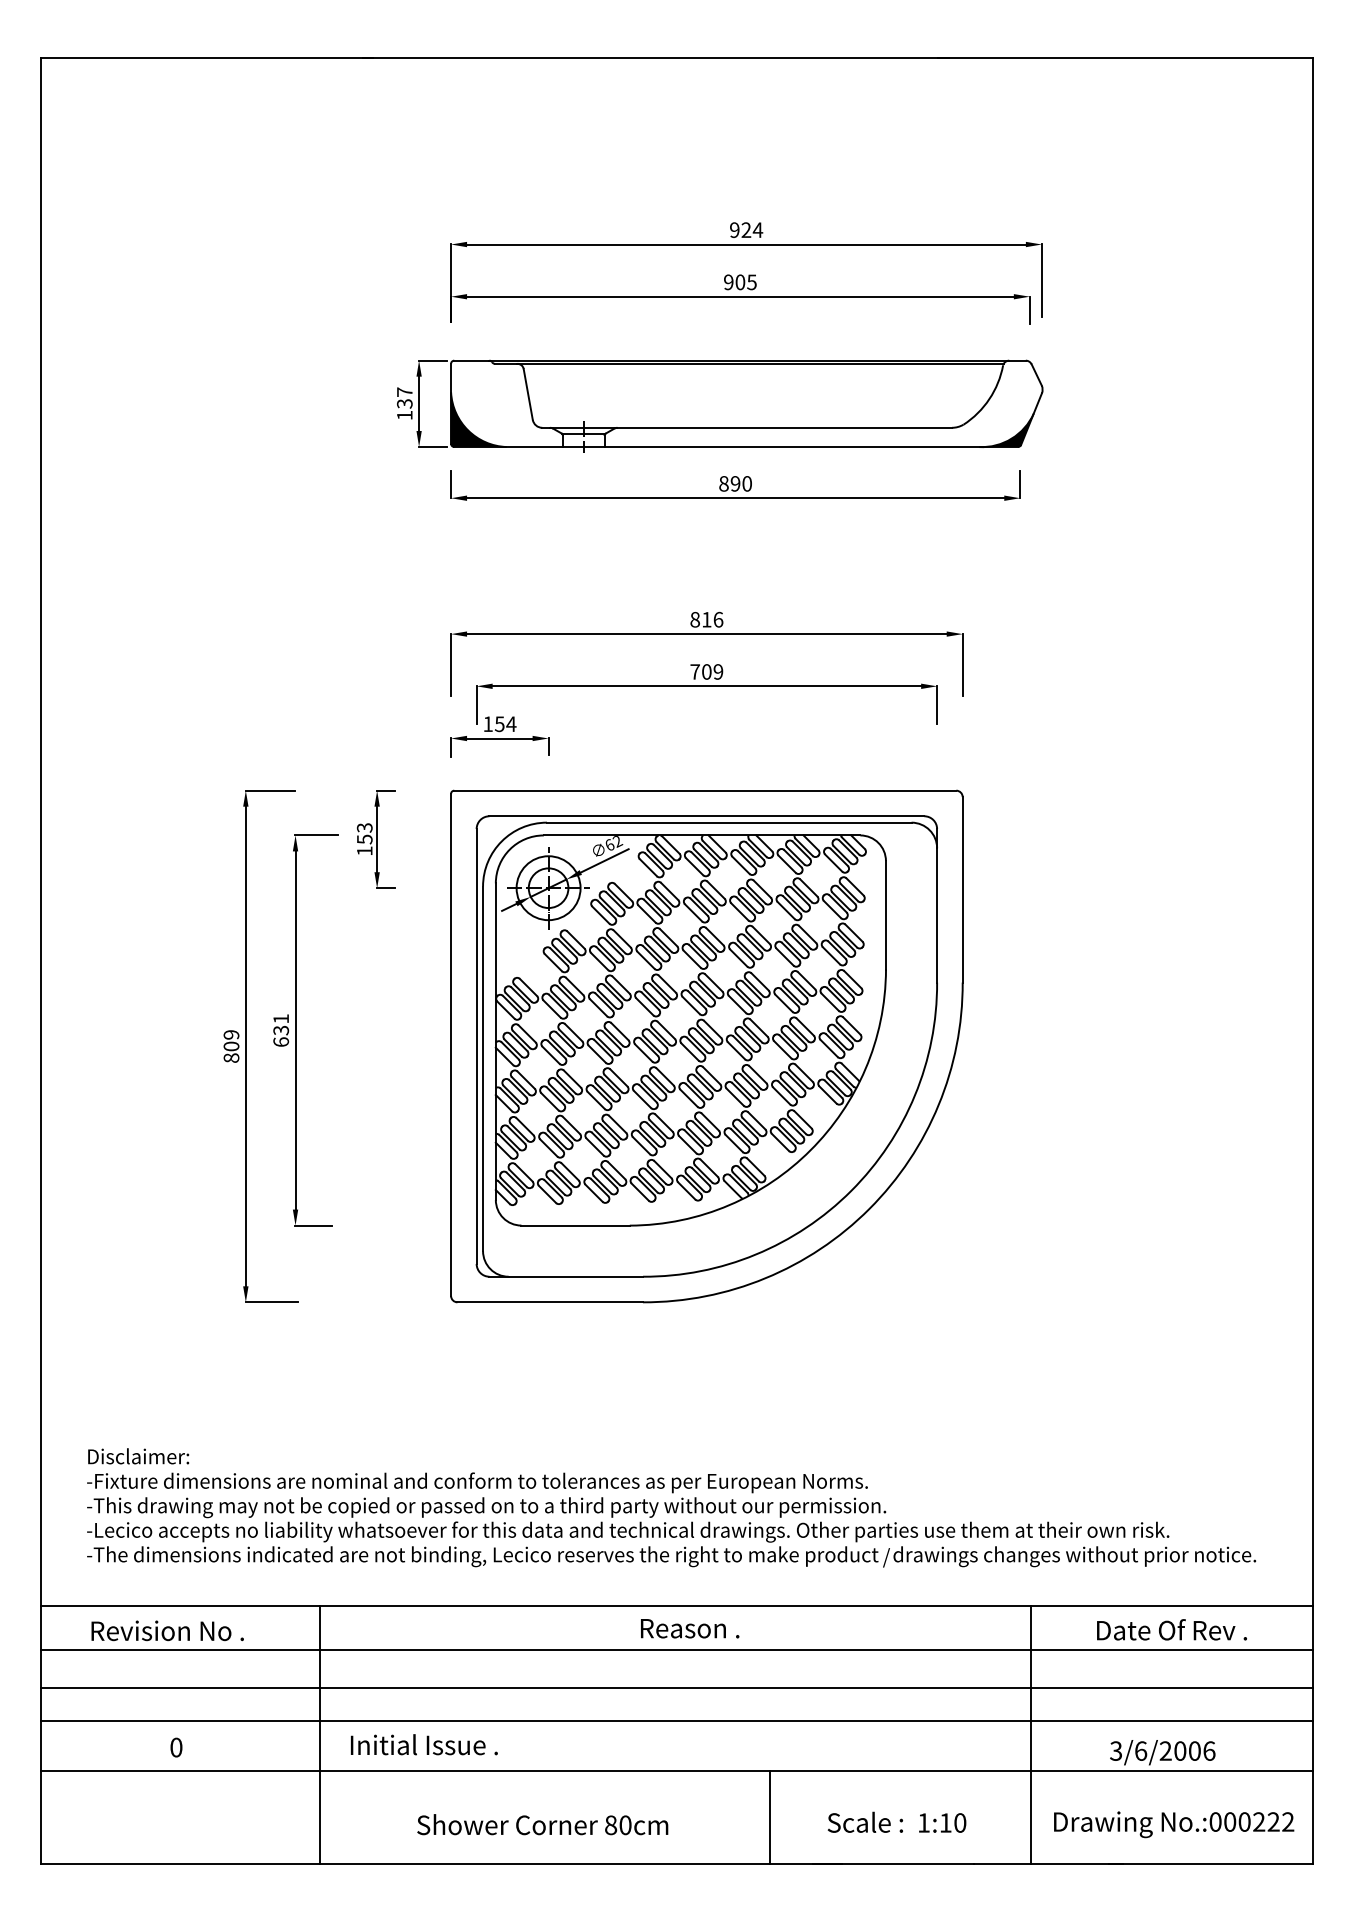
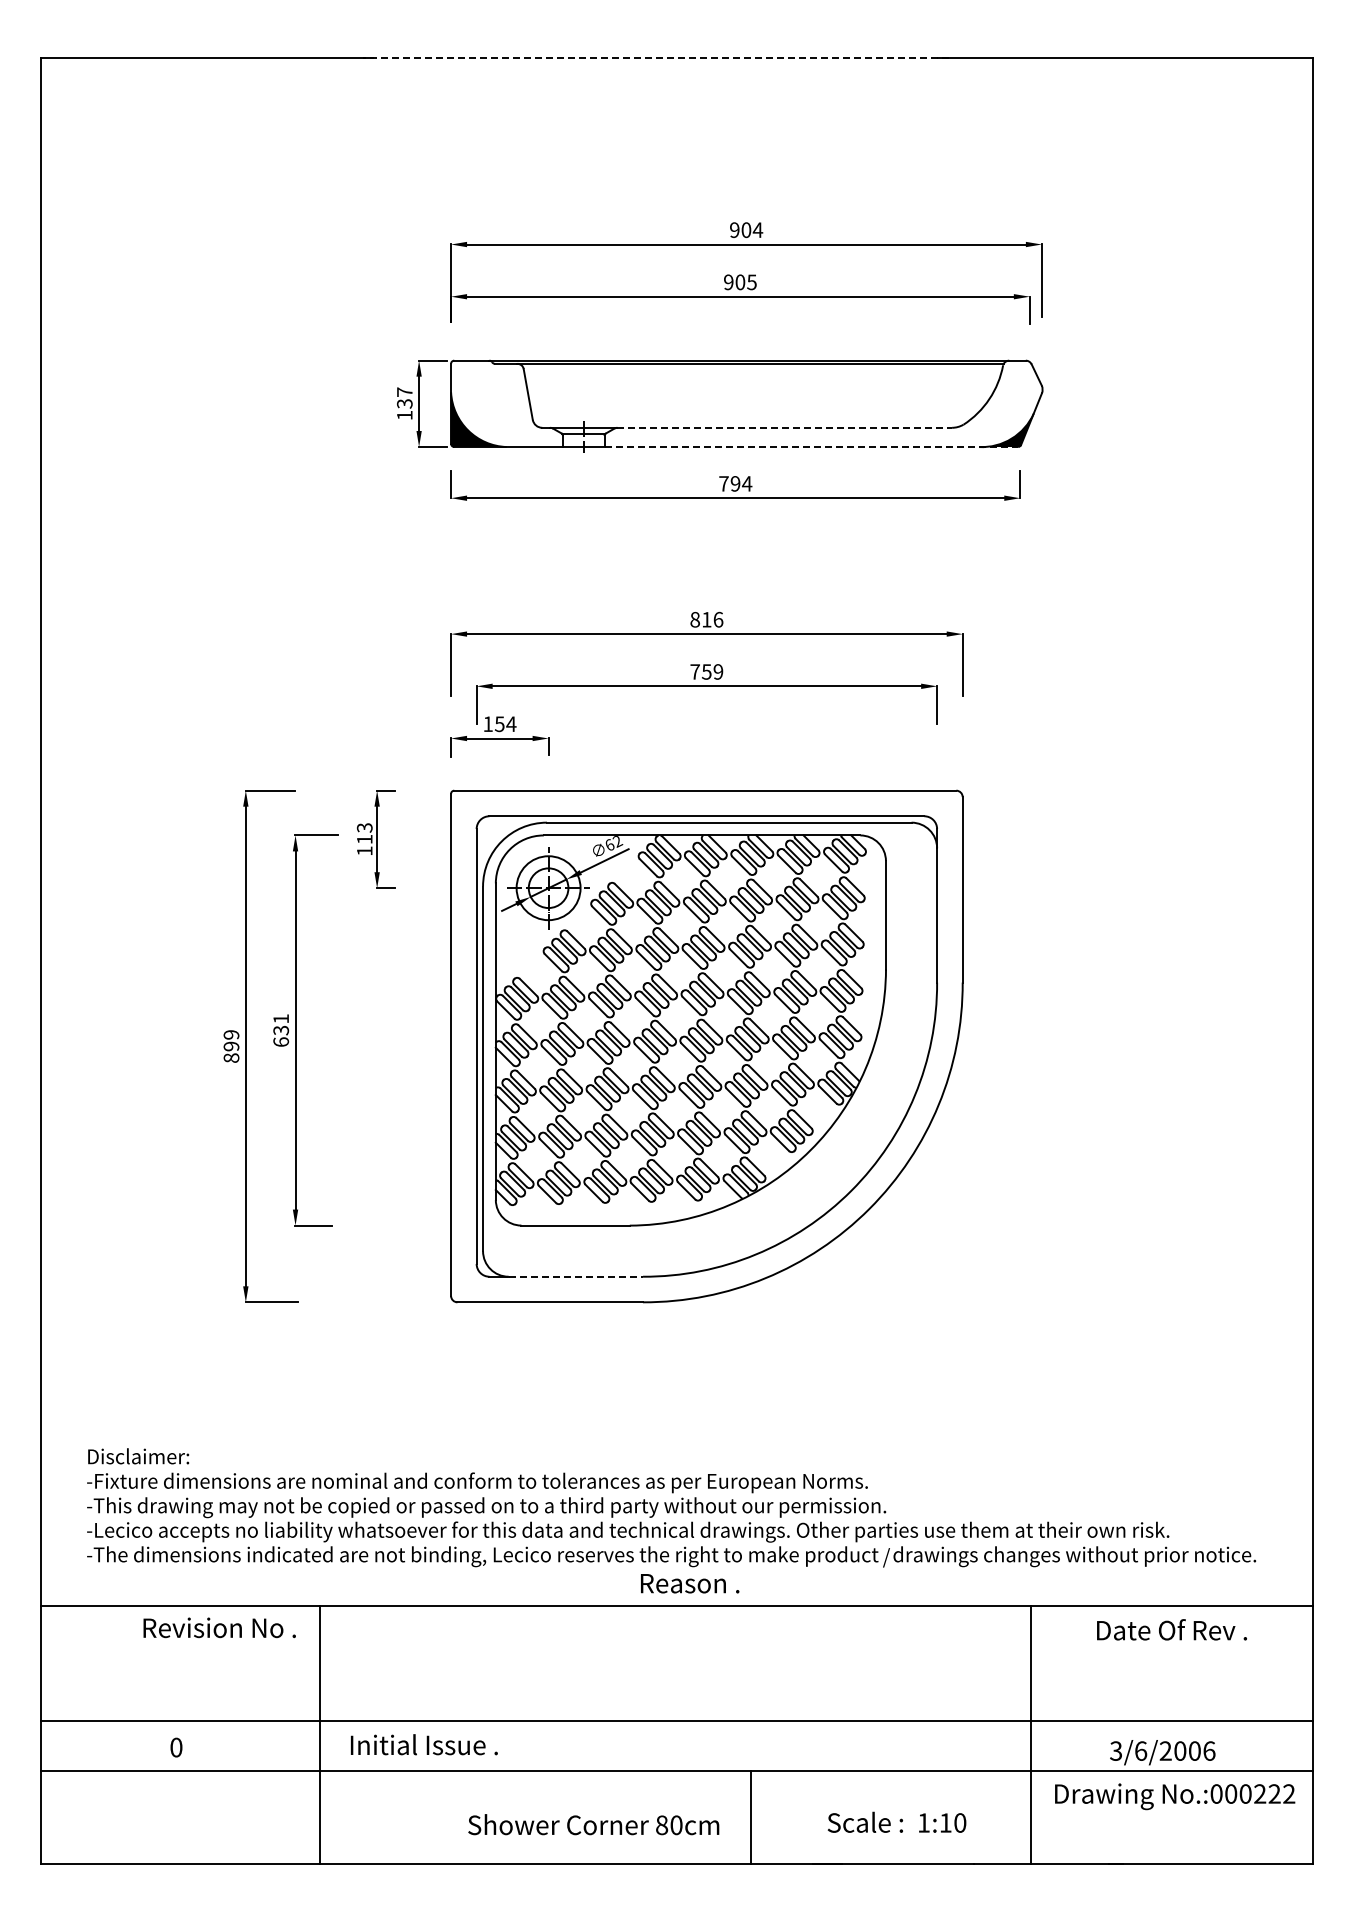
line at (655, 57): solid -> dashed
text at (746, 230): 924 -> 904
line at (785, 427): solid -> dashed
line at (811, 447): solid -> dashed
text at (735, 483): 890 -> 794
text at (706, 671): 709 -> 759
text at (364, 839): 153 -> 113
text at (231, 1046): 809 -> 899
line at (576, 1276): solid -> dashed
text at (690, 1628) position: (690, 1628) -> (690, 1583)
text at (167, 1630) position: (167, 1630) -> (219, 1627)
line at (676, 1649): present -> none
line at (676, 1687): present -> none
line at (769, 1817) position: (769, 1817) -> (750, 1817)
text at (542, 1824) position: (542, 1824) -> (593, 1824)
text at (1174, 1824) position: (1174, 1824) -> (1175, 1796)
